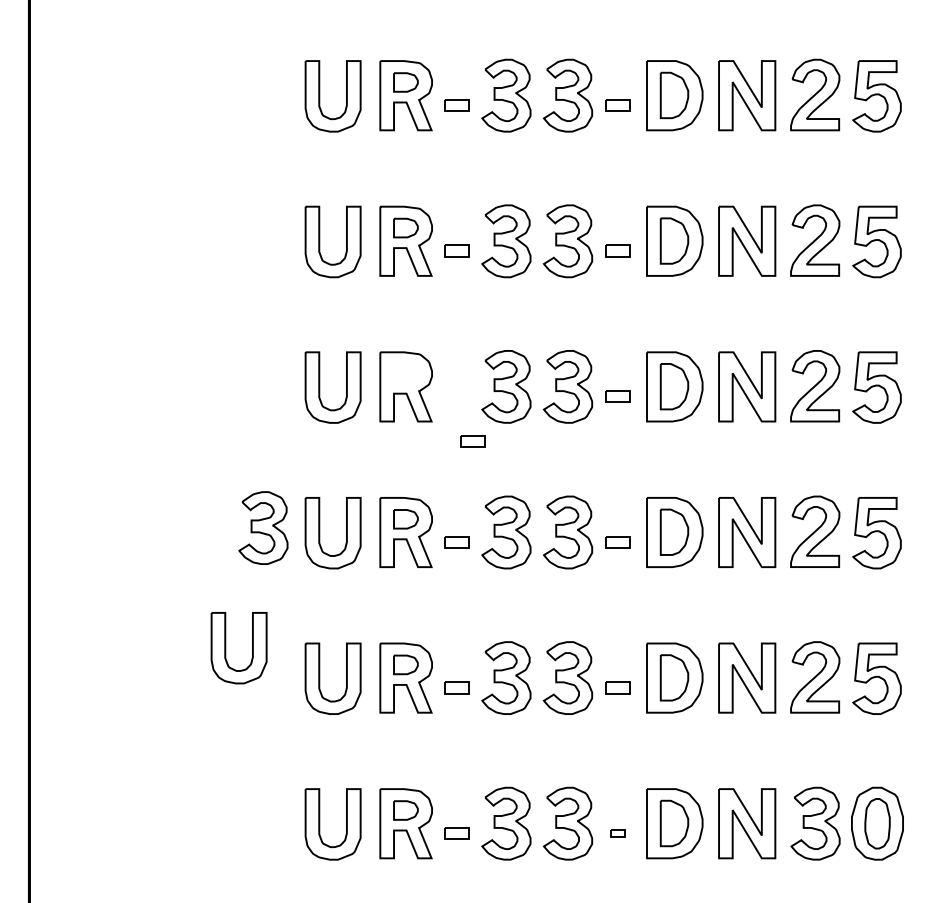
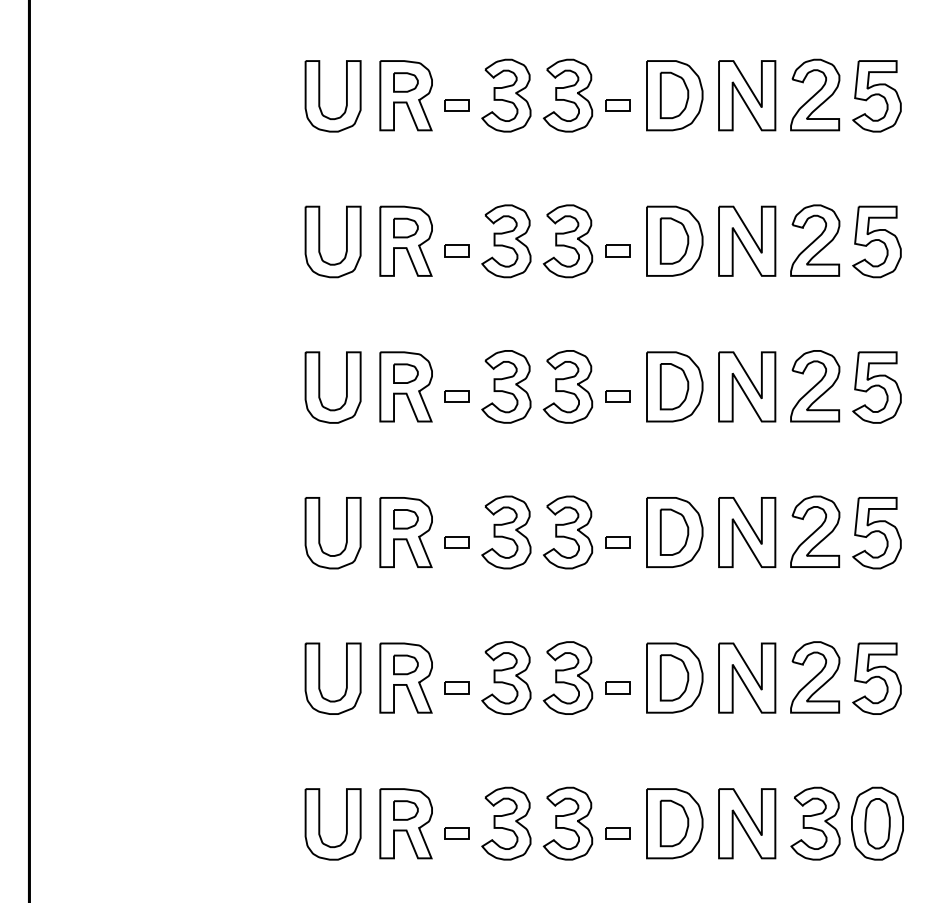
part at (405, 373): none -> present
part at (472, 441) position: (472, 441) -> (456, 396)
part at (263, 527): present -> none
part at (226, 648): present -> none
part at (617, 833) size: 16x9 px -> 26x13 px
